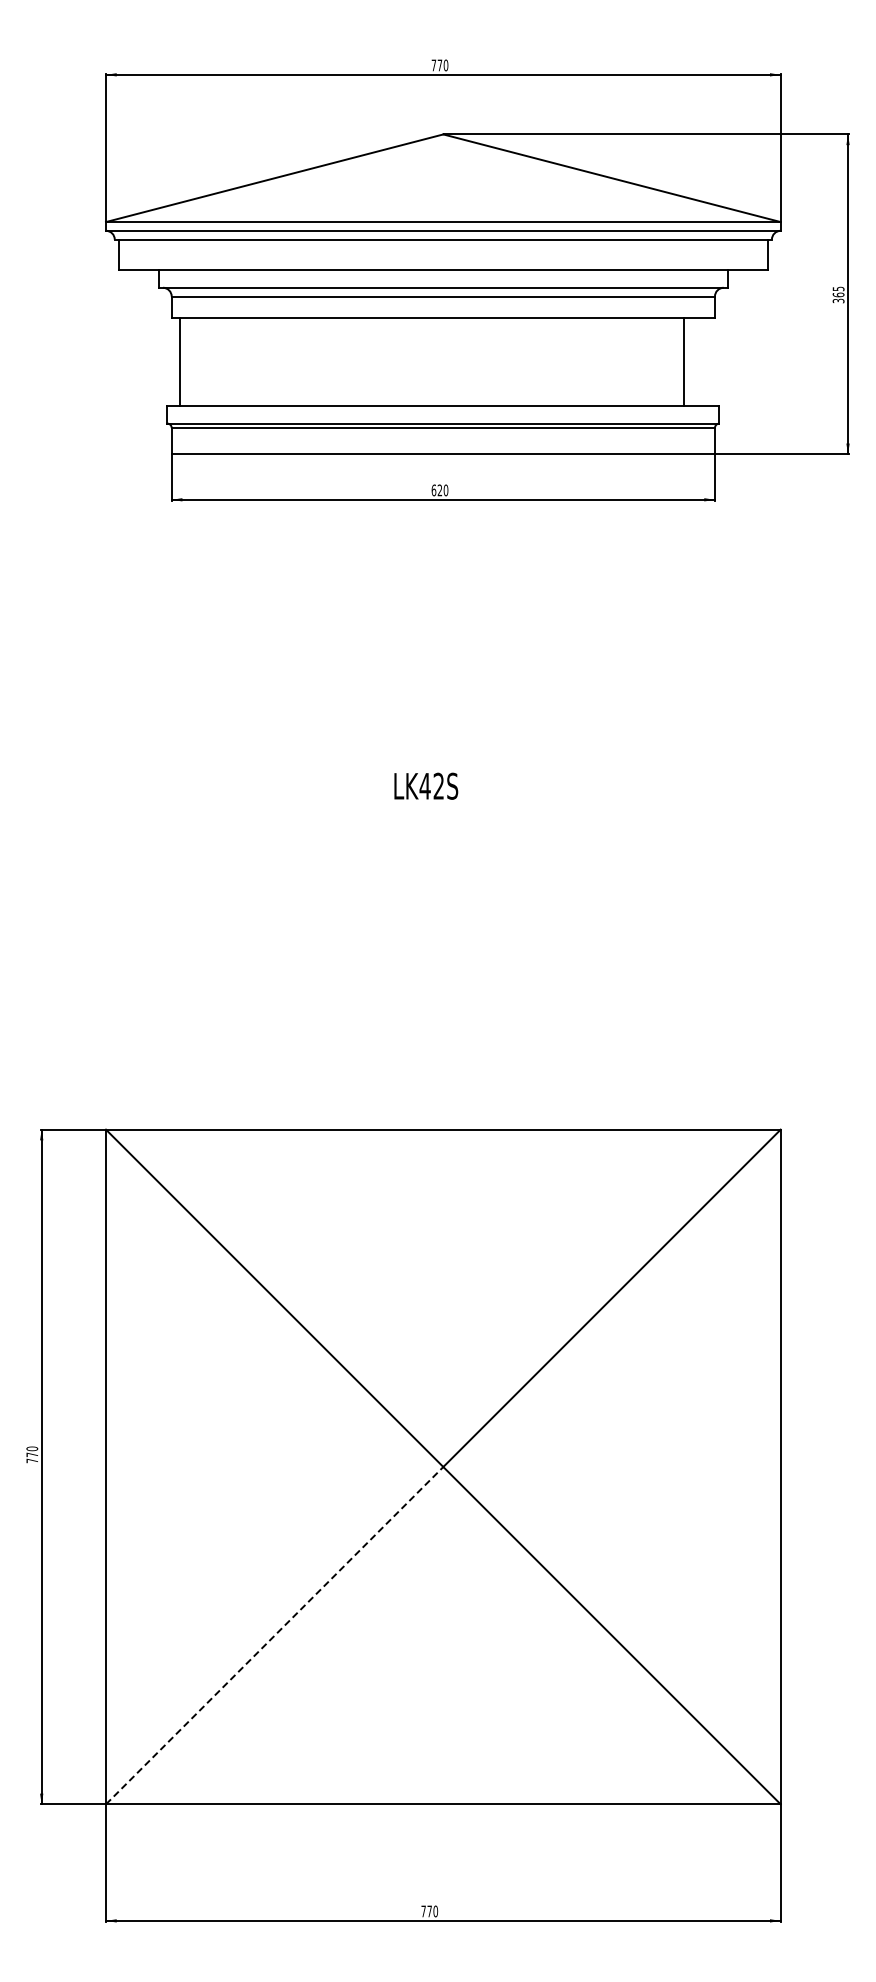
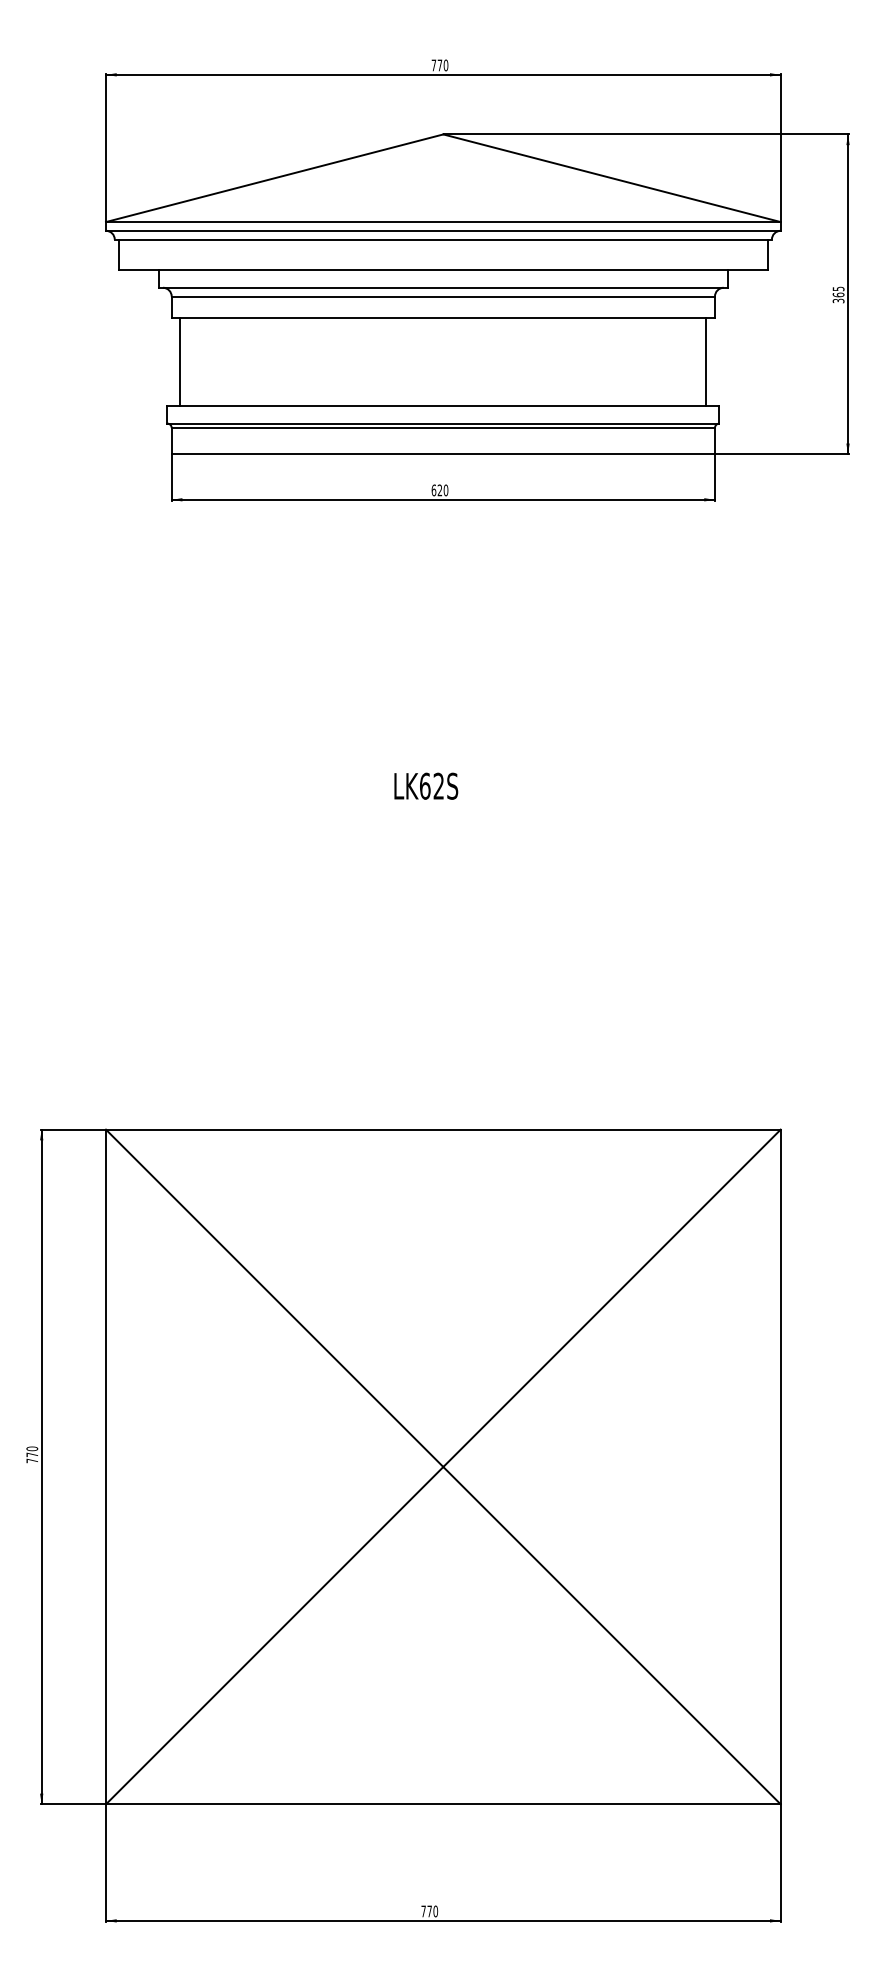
line at (684, 362) position: (684, 362) -> (706, 362)
text at (424, 785): LK42S -> LK62S
line at (274, 1635): dashed -> solid
